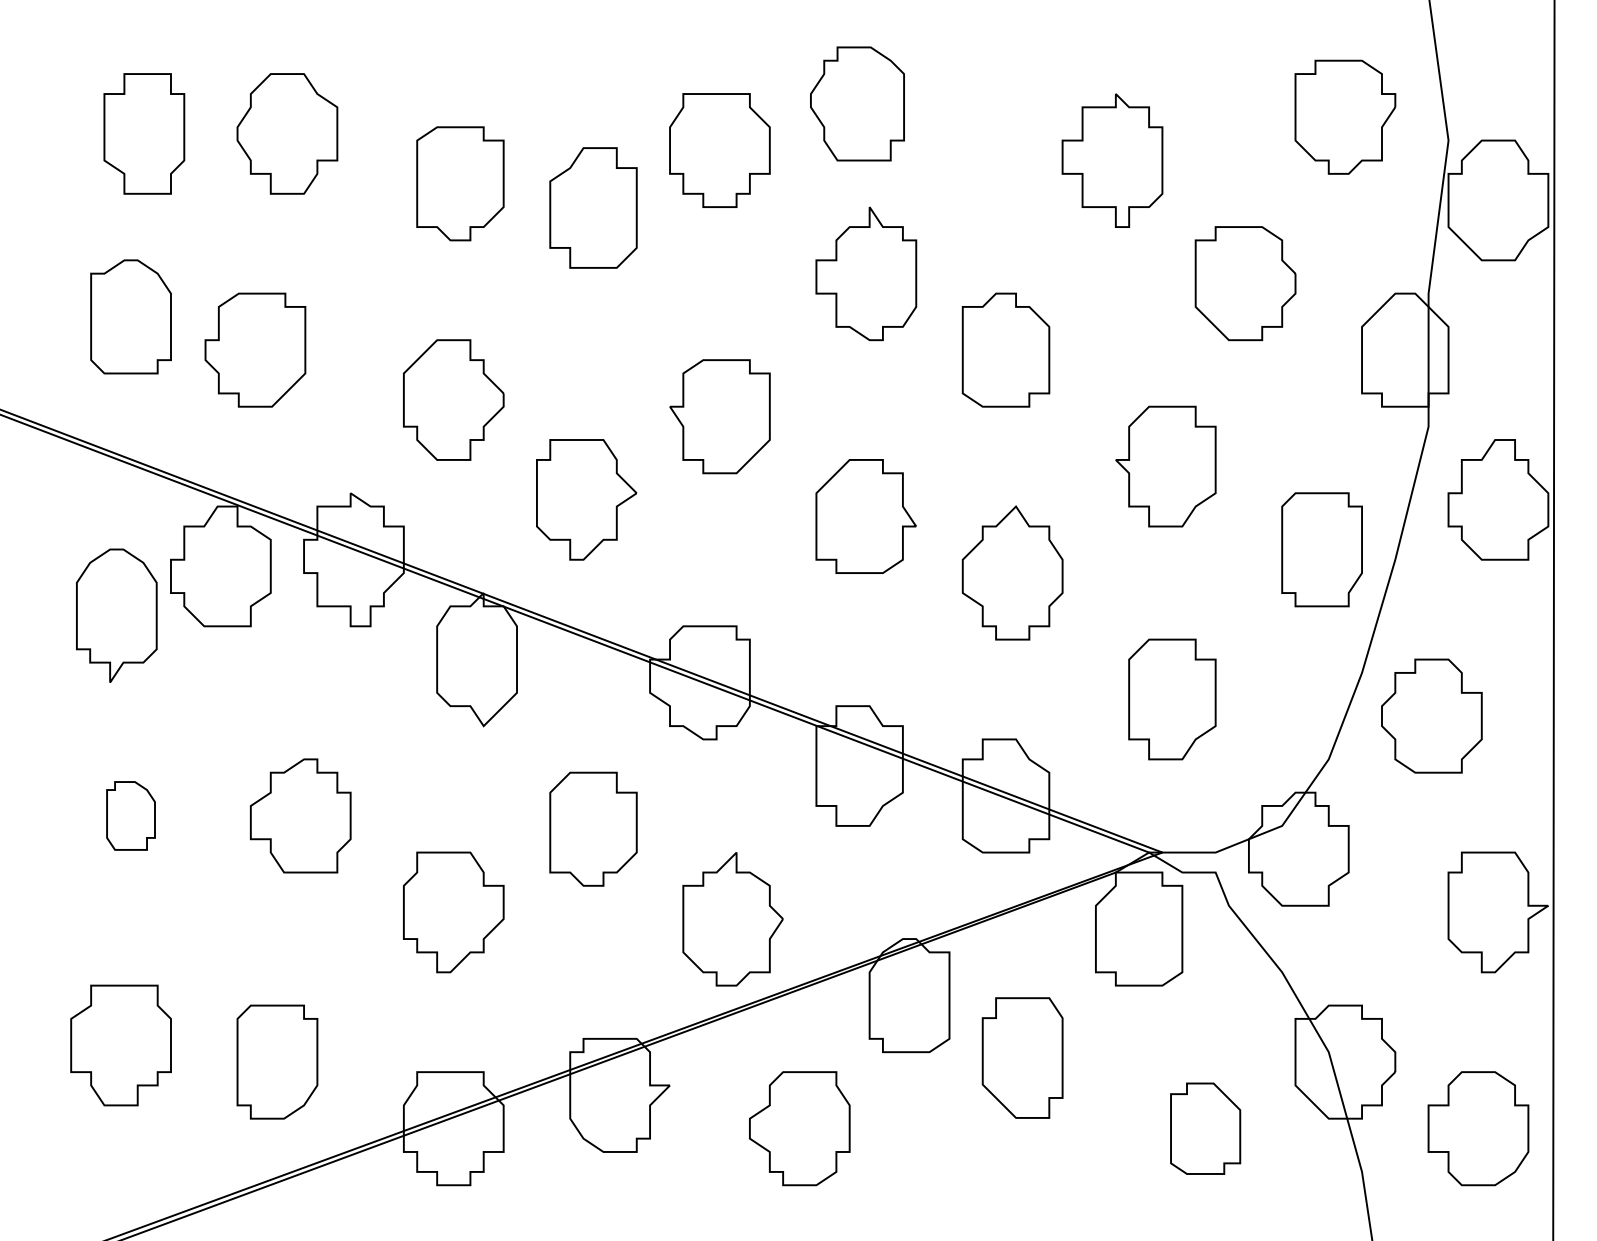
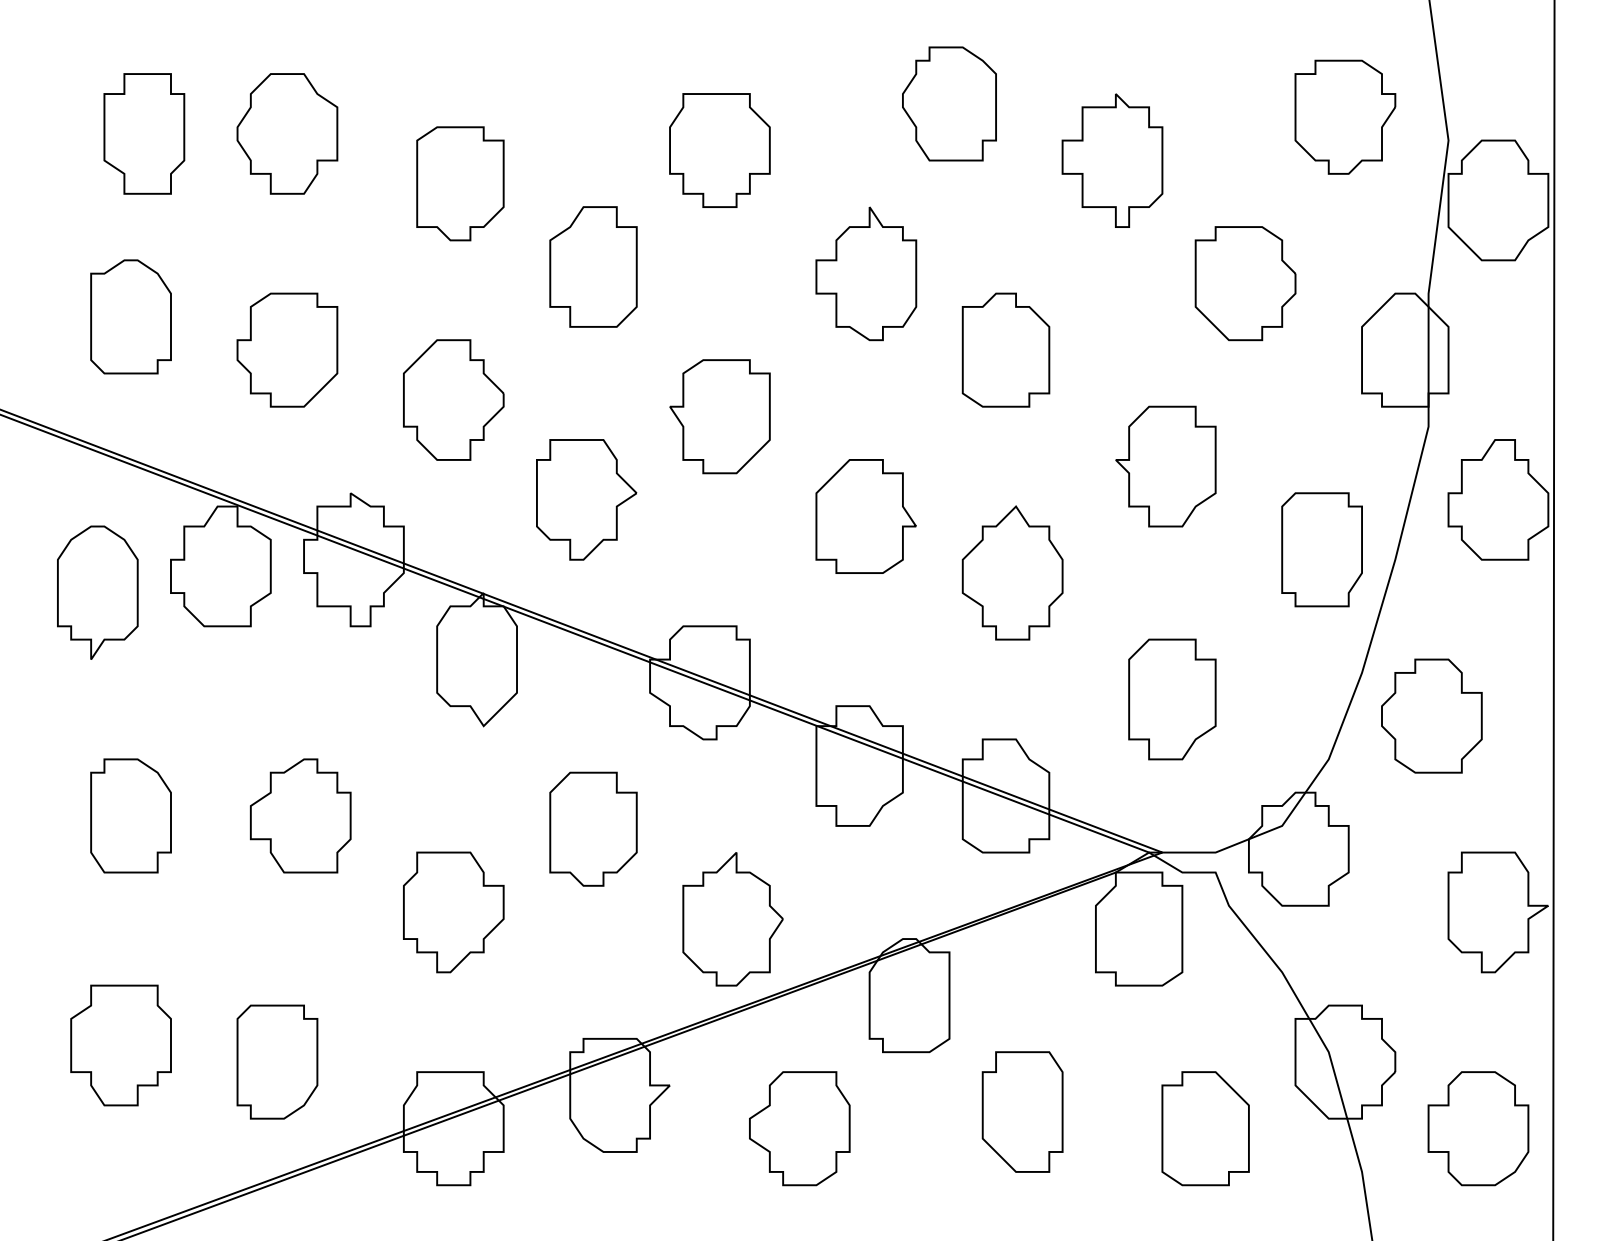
part at (857, 103) position: (857, 103) -> (949, 103)
part at (593, 207) position: (593, 207) -> (593, 266)
part at (255, 349) position: (255, 349) -> (287, 349)
part at (116, 615) position: (116, 615) -> (97, 592)
part at (130, 815) size: 50x70 px -> 82x116 px
part at (1022, 1057) position: (1022, 1057) -> (1022, 1111)
part at (1205, 1128) size: 72x93 px -> 89x116 px
